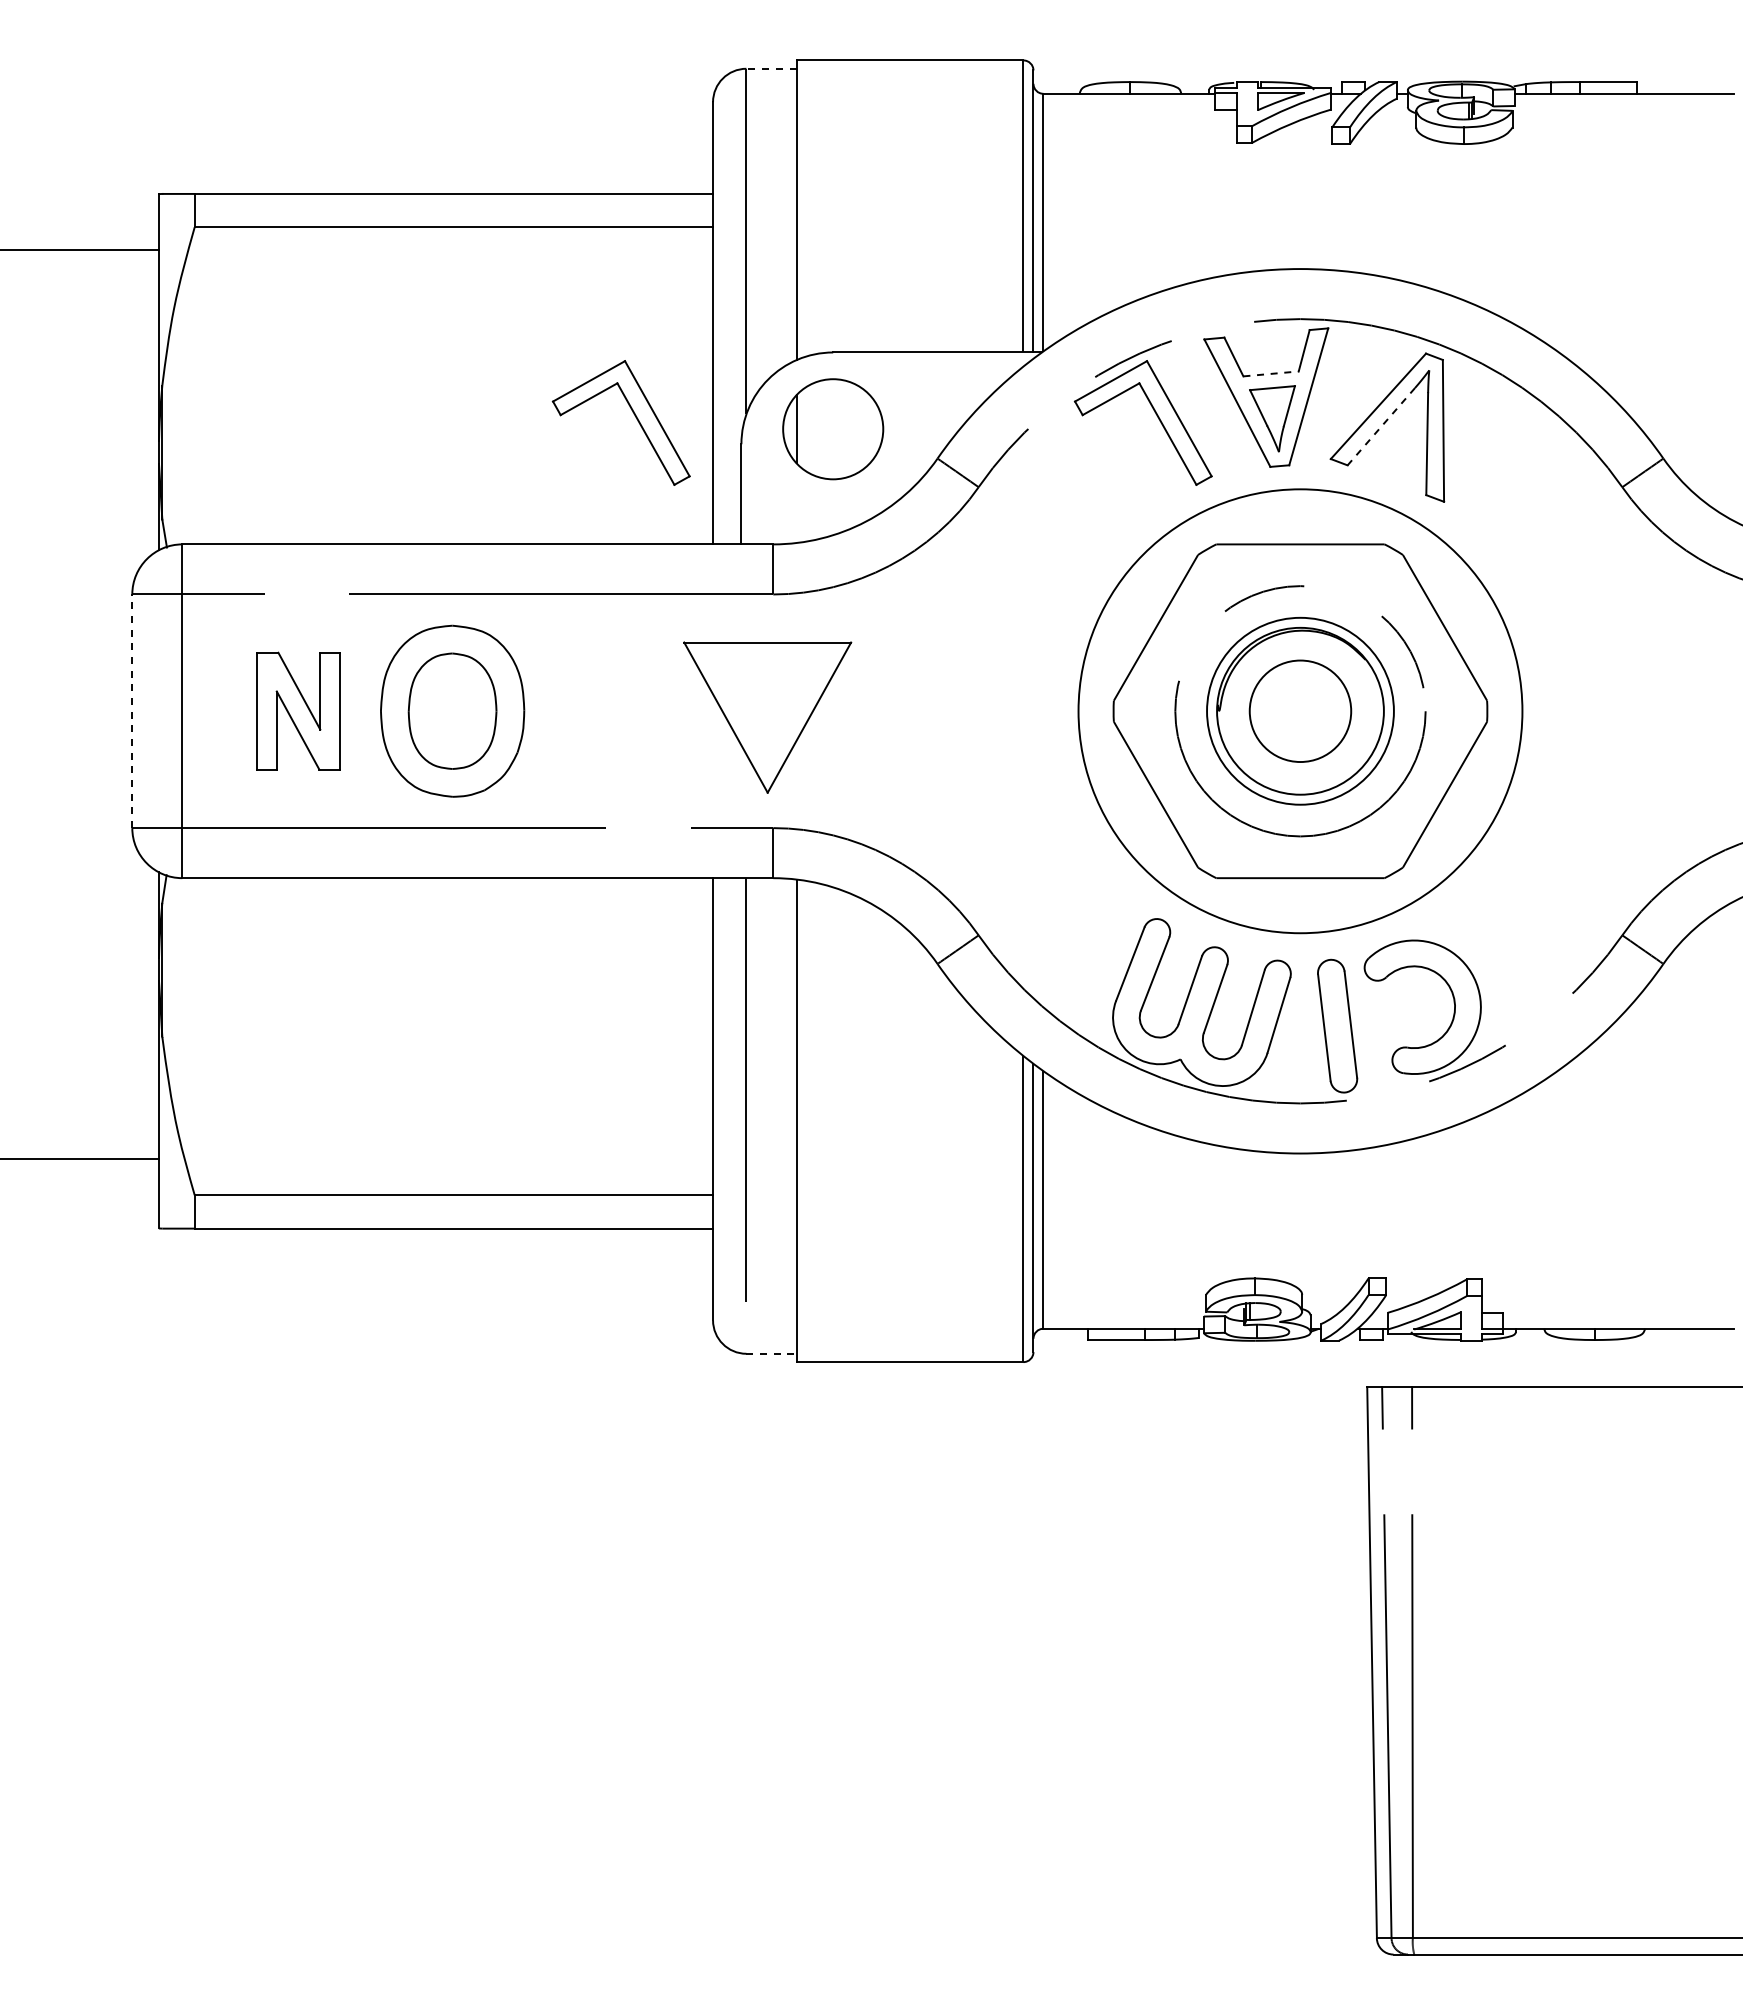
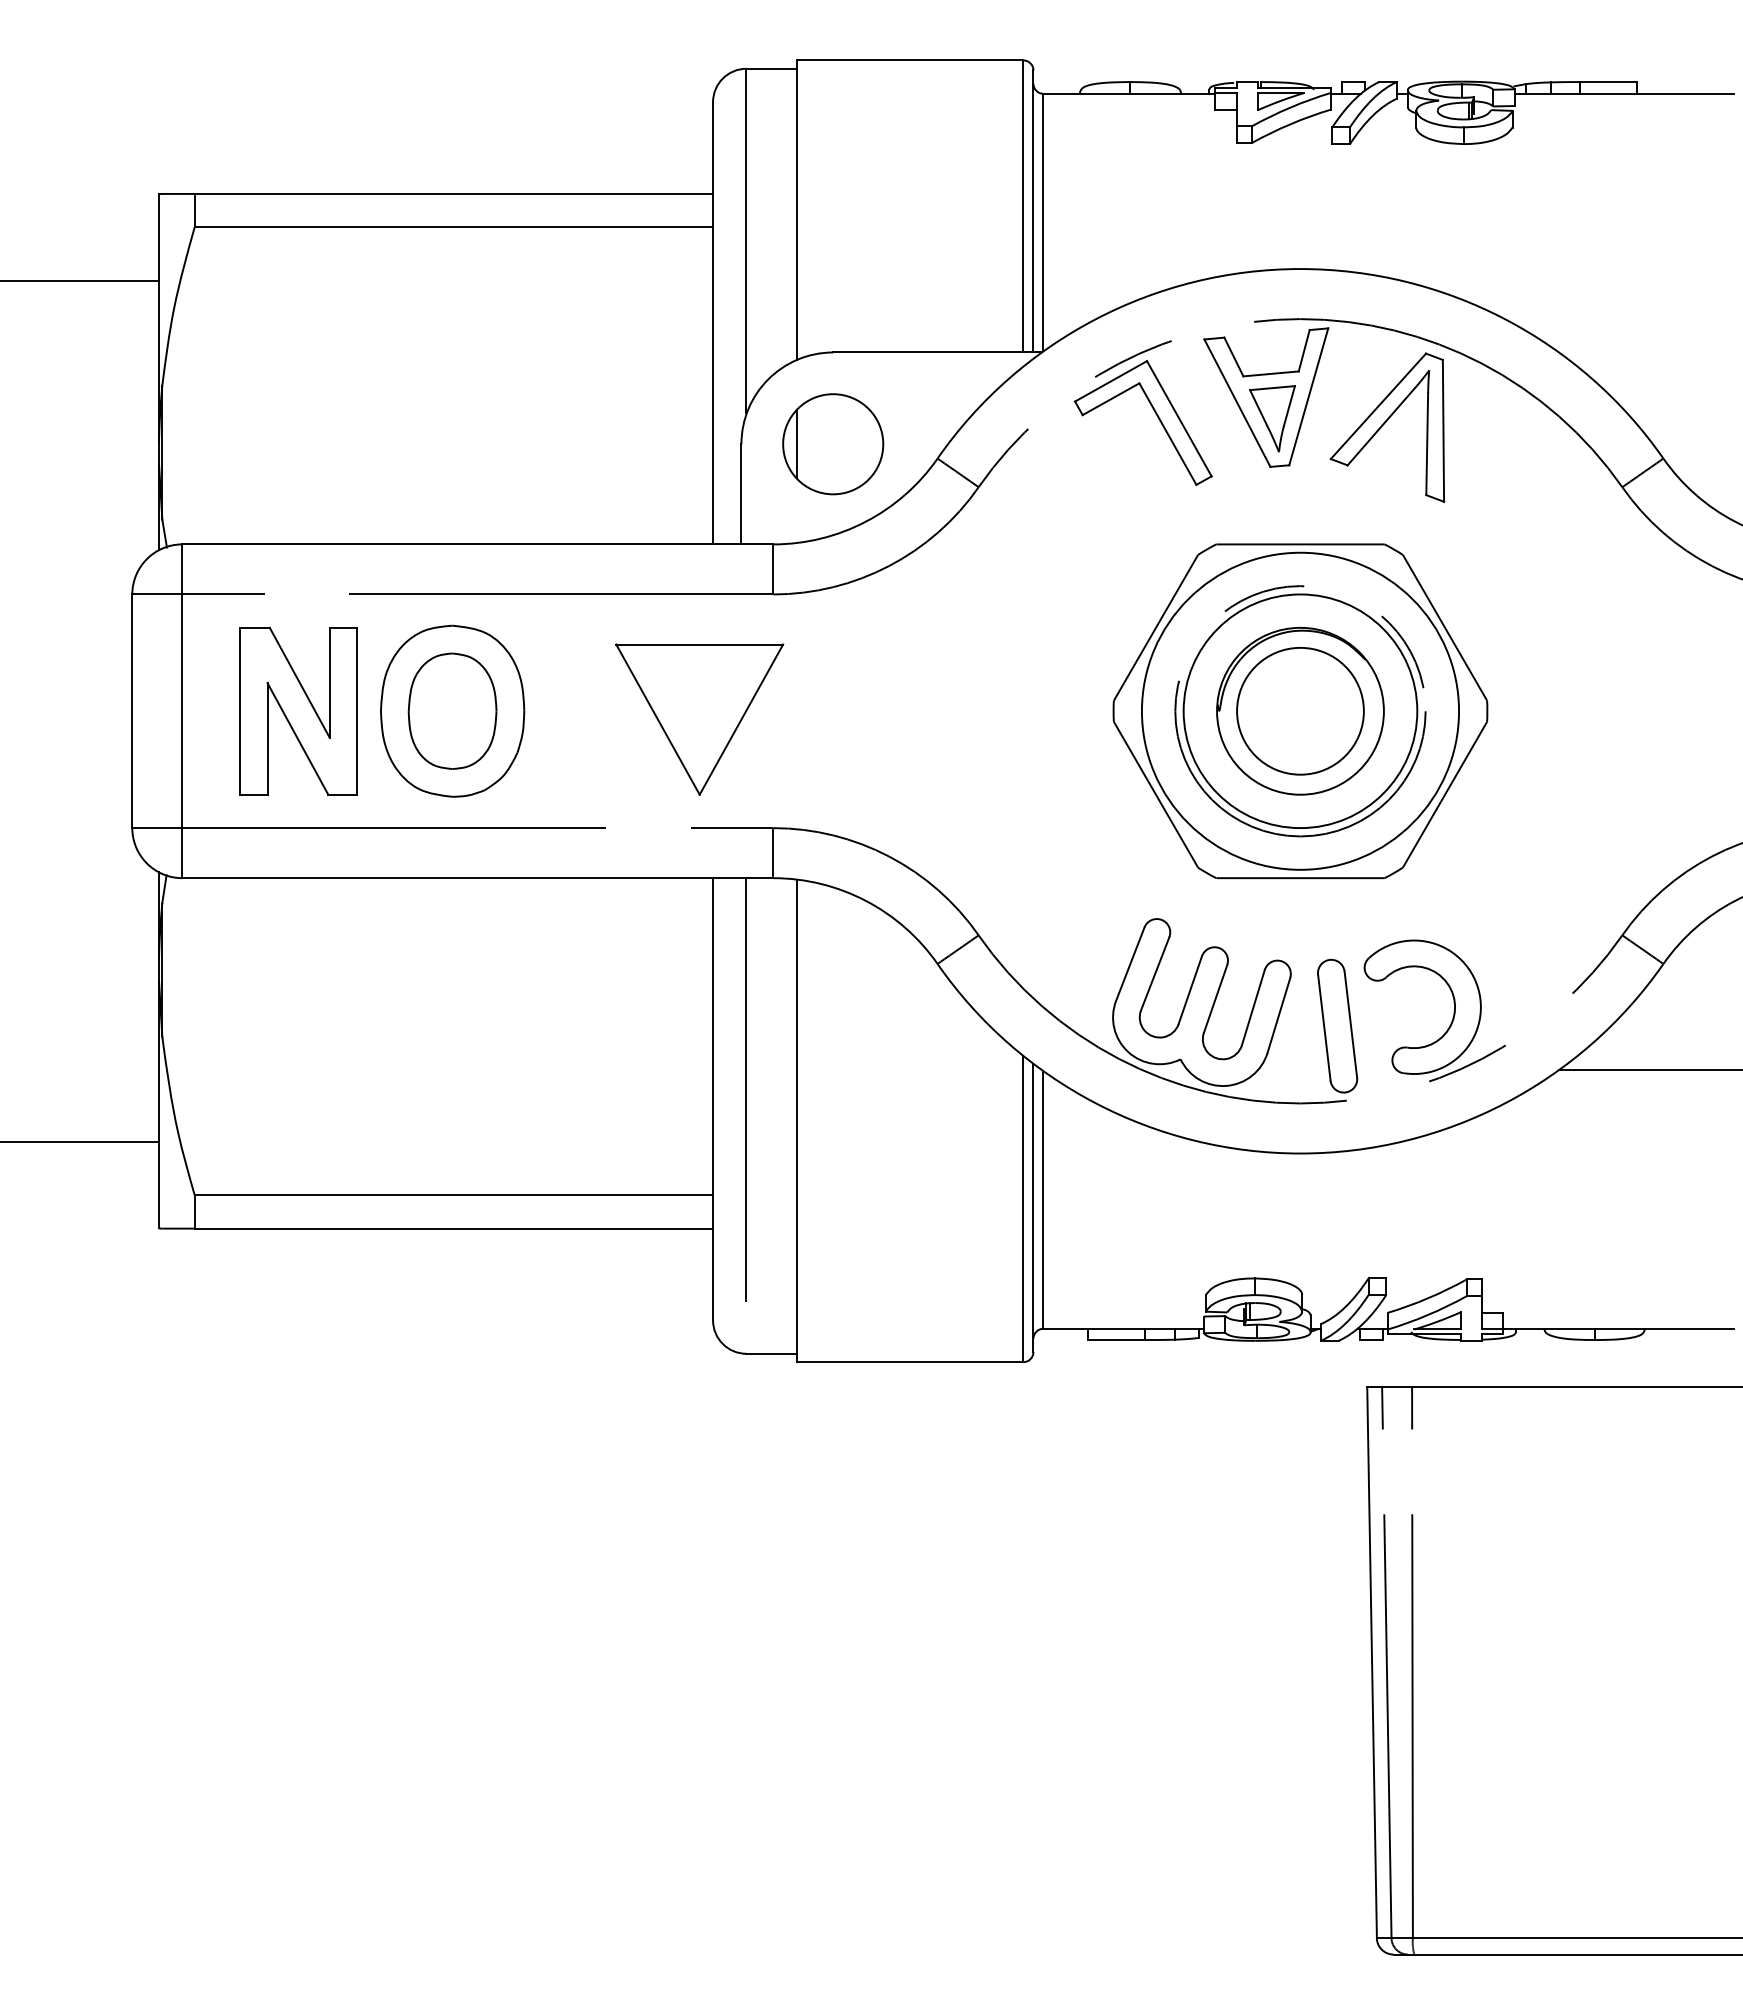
line at (770, 68): dashed -> solid
line at (80, 249) position: (80, 249) -> (80, 280)
line at (1271, 373): dashed -> solid
part at (633, 414): present -> none
line at (1380, 427): dashed -> solid
part at (833, 429) position: (833, 429) -> (833, 444)
part at (298, 710) size: 85x120 px -> 119x170 px
circle at (1300, 710) diameter: 187 px -> 234 px
line at (132, 711): dashed -> solid
circle at (1300, 711) diameter: 101 px -> 127 px
circle at (1300, 711) diameter: 444 px -> 317 px
part at (767, 717) position: (767, 717) -> (699, 719)
line at (1649, 1070): none -> present
line at (80, 1158) position: (80, 1158) -> (80, 1141)
line at (771, 1353): dashed -> solid
